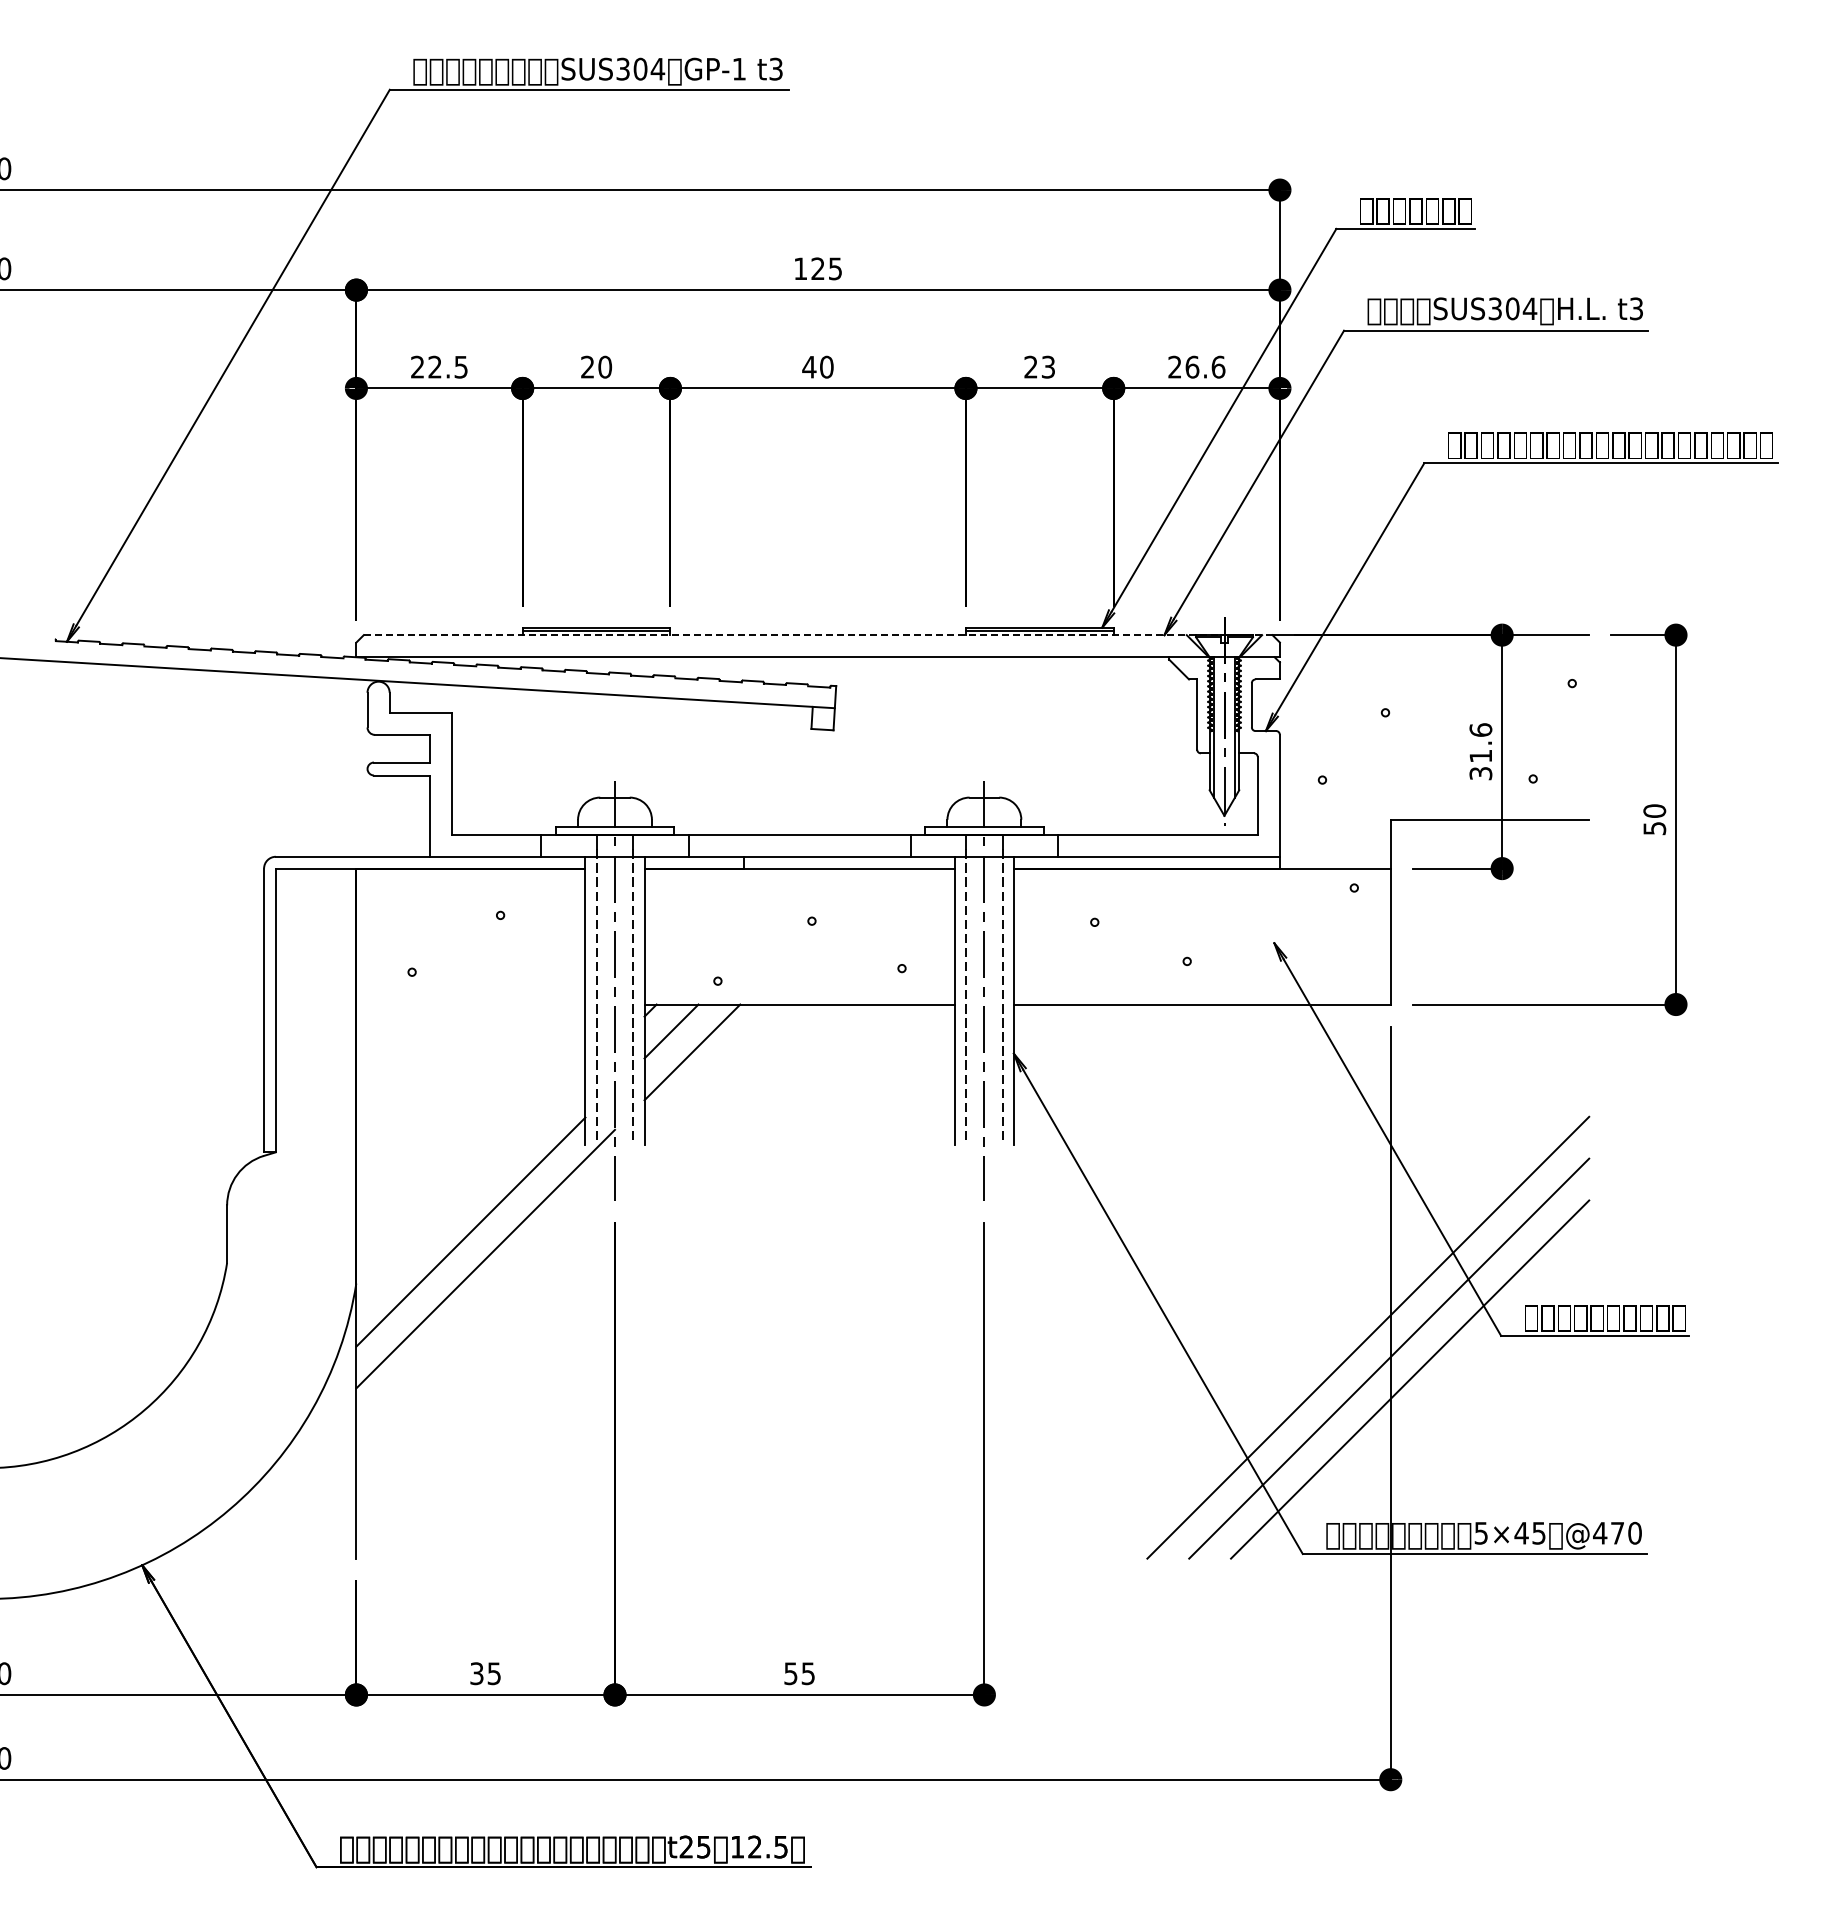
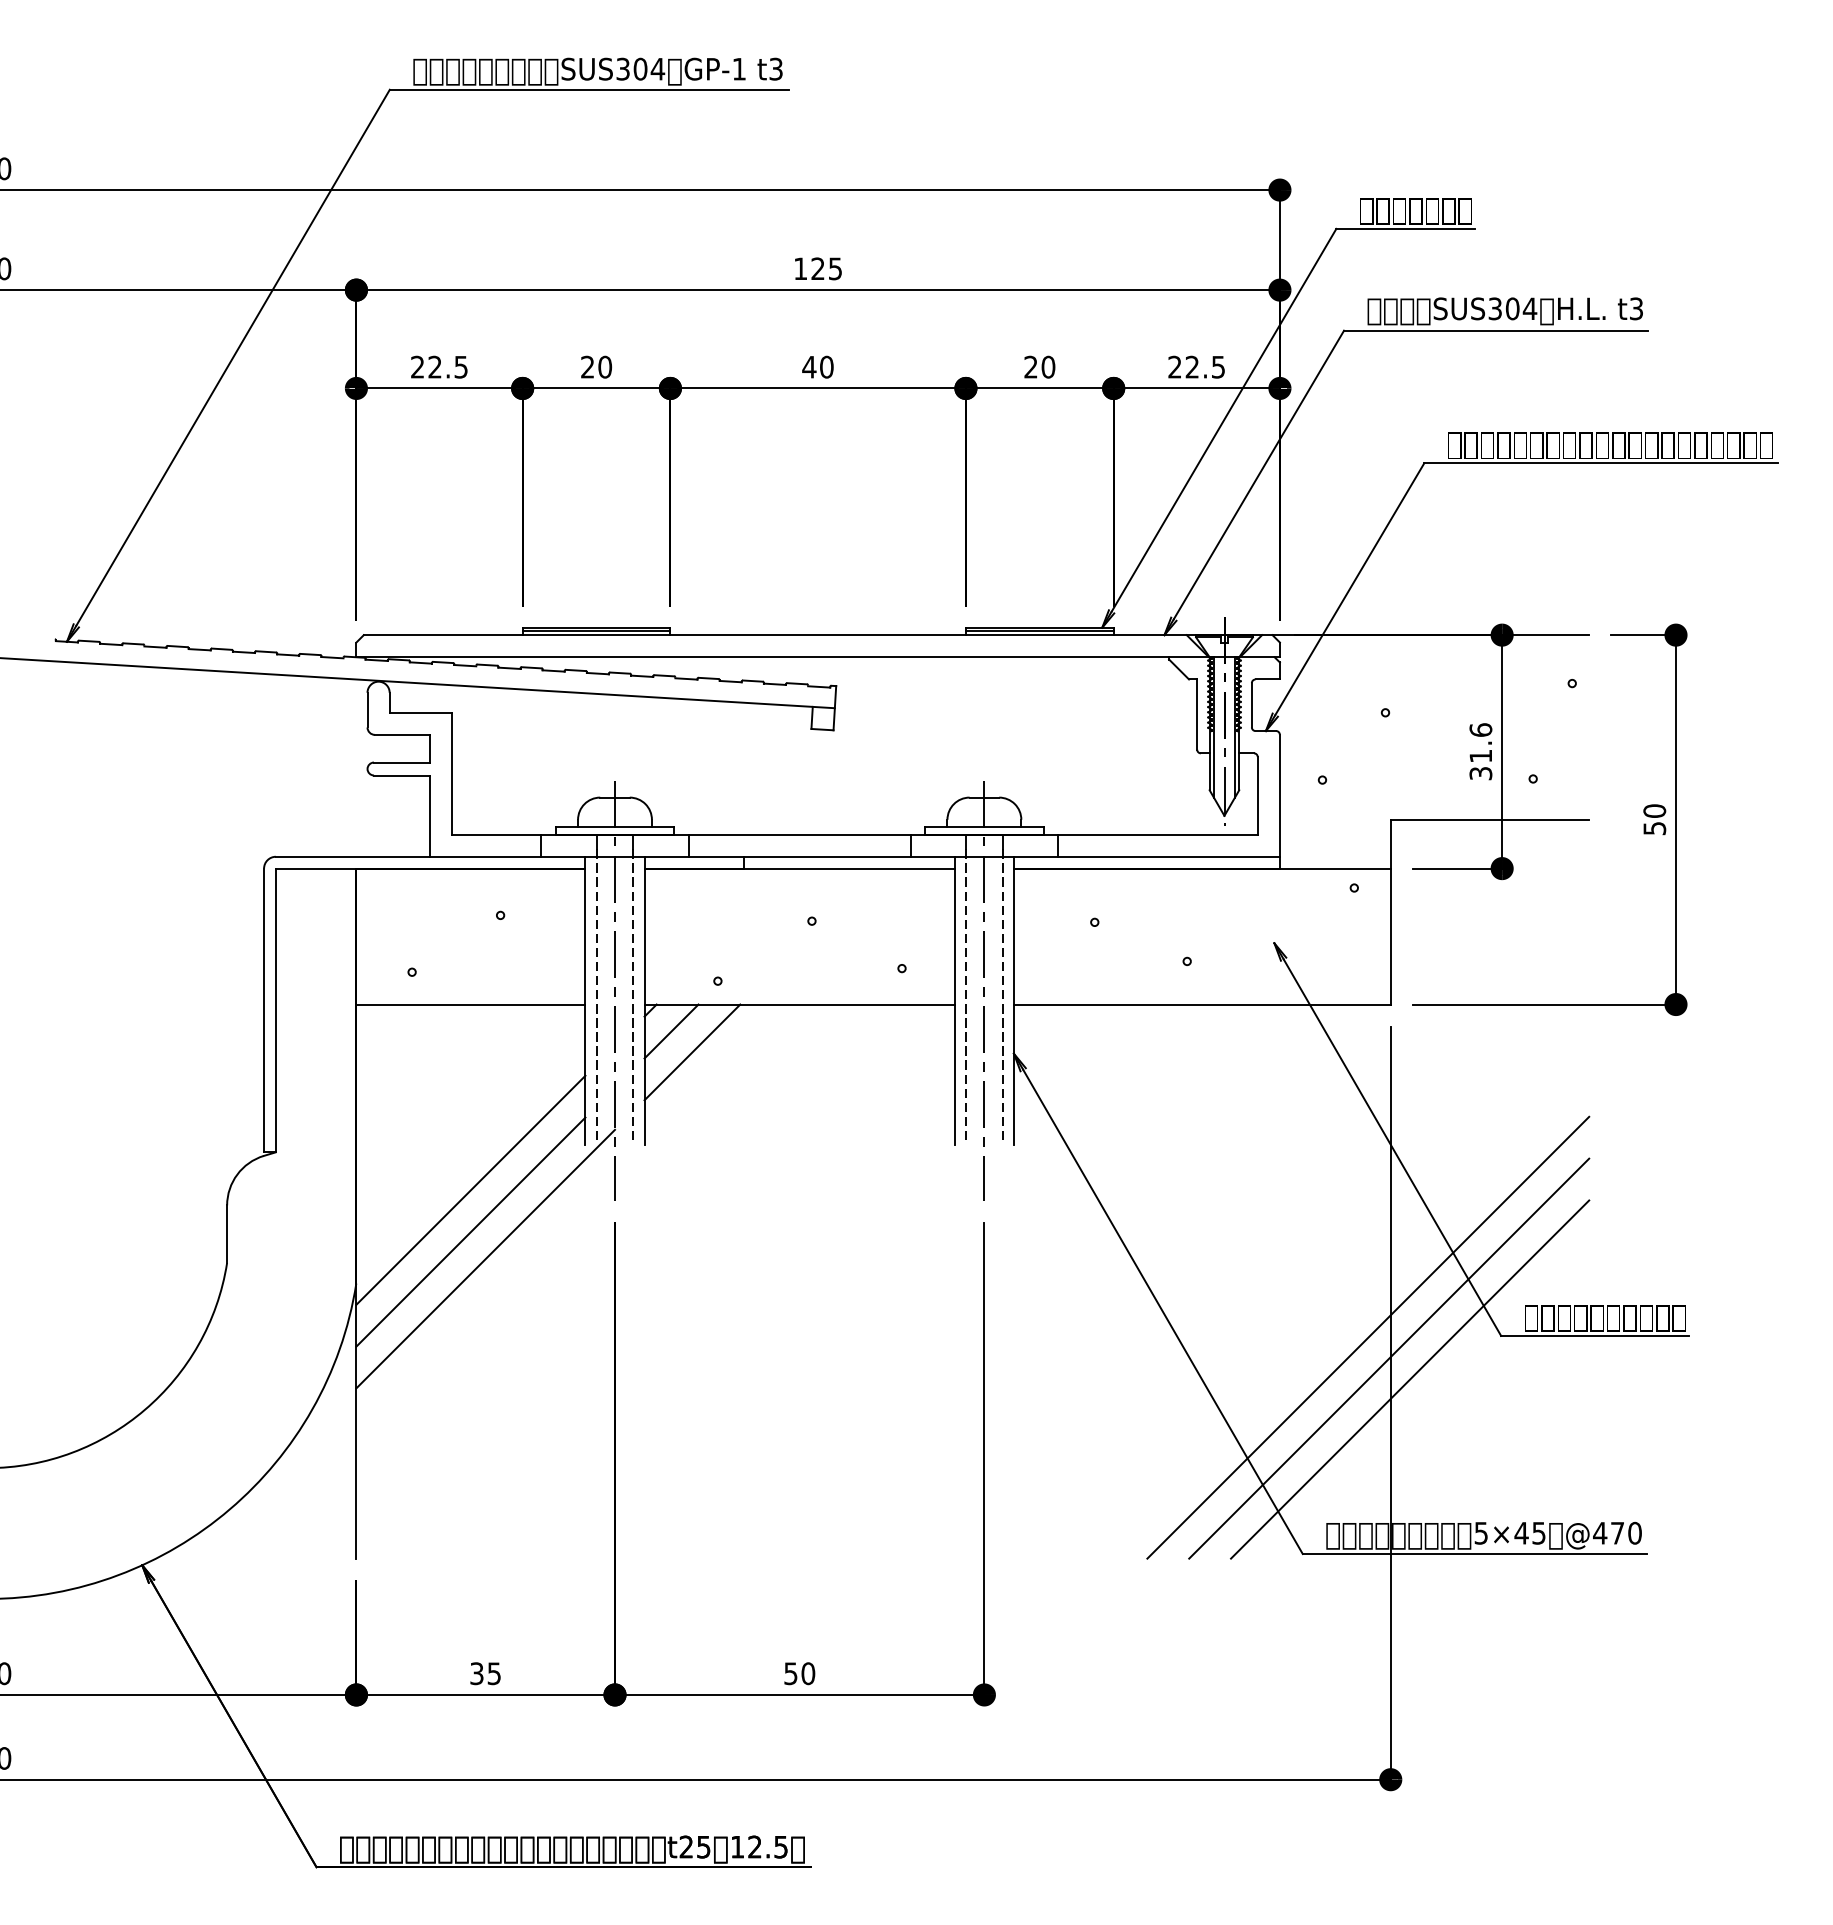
text at (1048, 366): 23 -> 20
text at (1205, 366): 26.6 -> 22.5
line at (818, 635): dashed -> solid
line at (470, 1004): none -> present
line at (470, 1189): none -> present
text at (808, 1673): 55 -> 50
